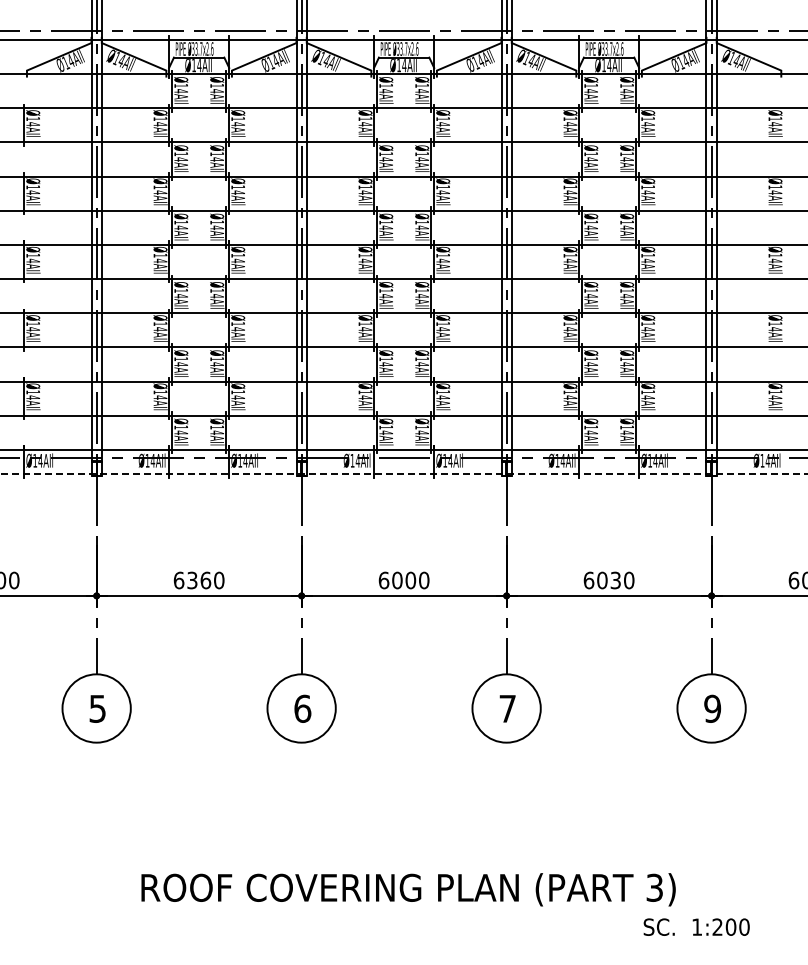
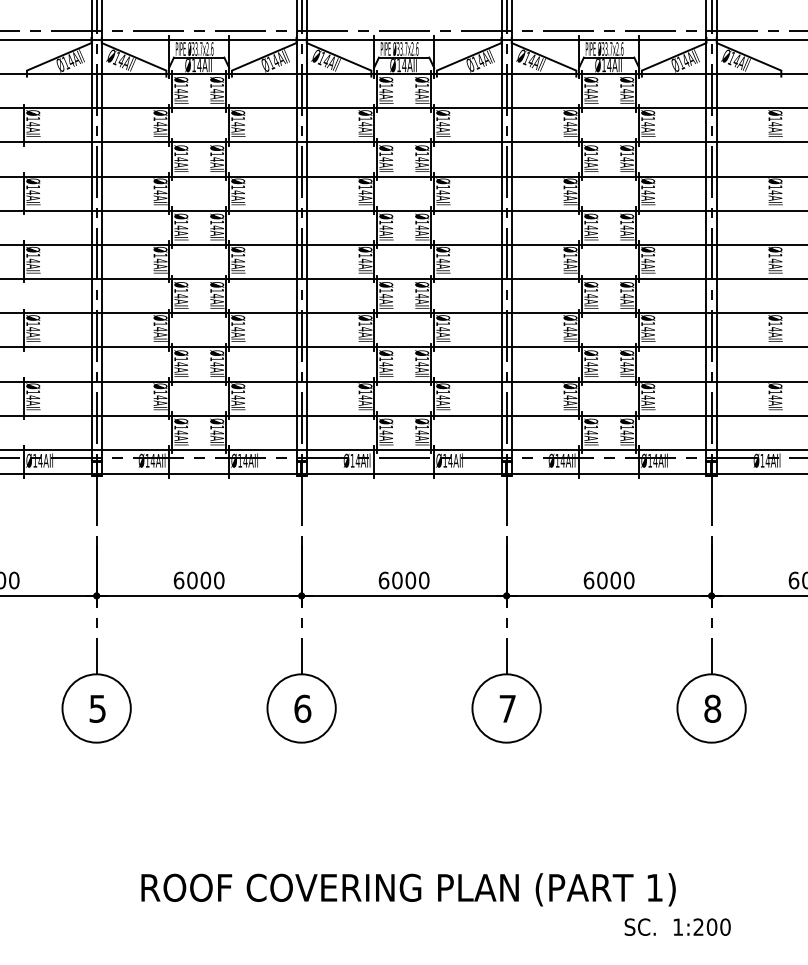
line at (404, 473): dashed -> solid
text at (199, 580): 6360 -> 6000
text at (615, 580): 6030 -> 6000
text at (712, 708): 9 -> 8
text at (654, 887): 3) -> 1)
text at (696, 926) position: (696, 926) -> (677, 926)
